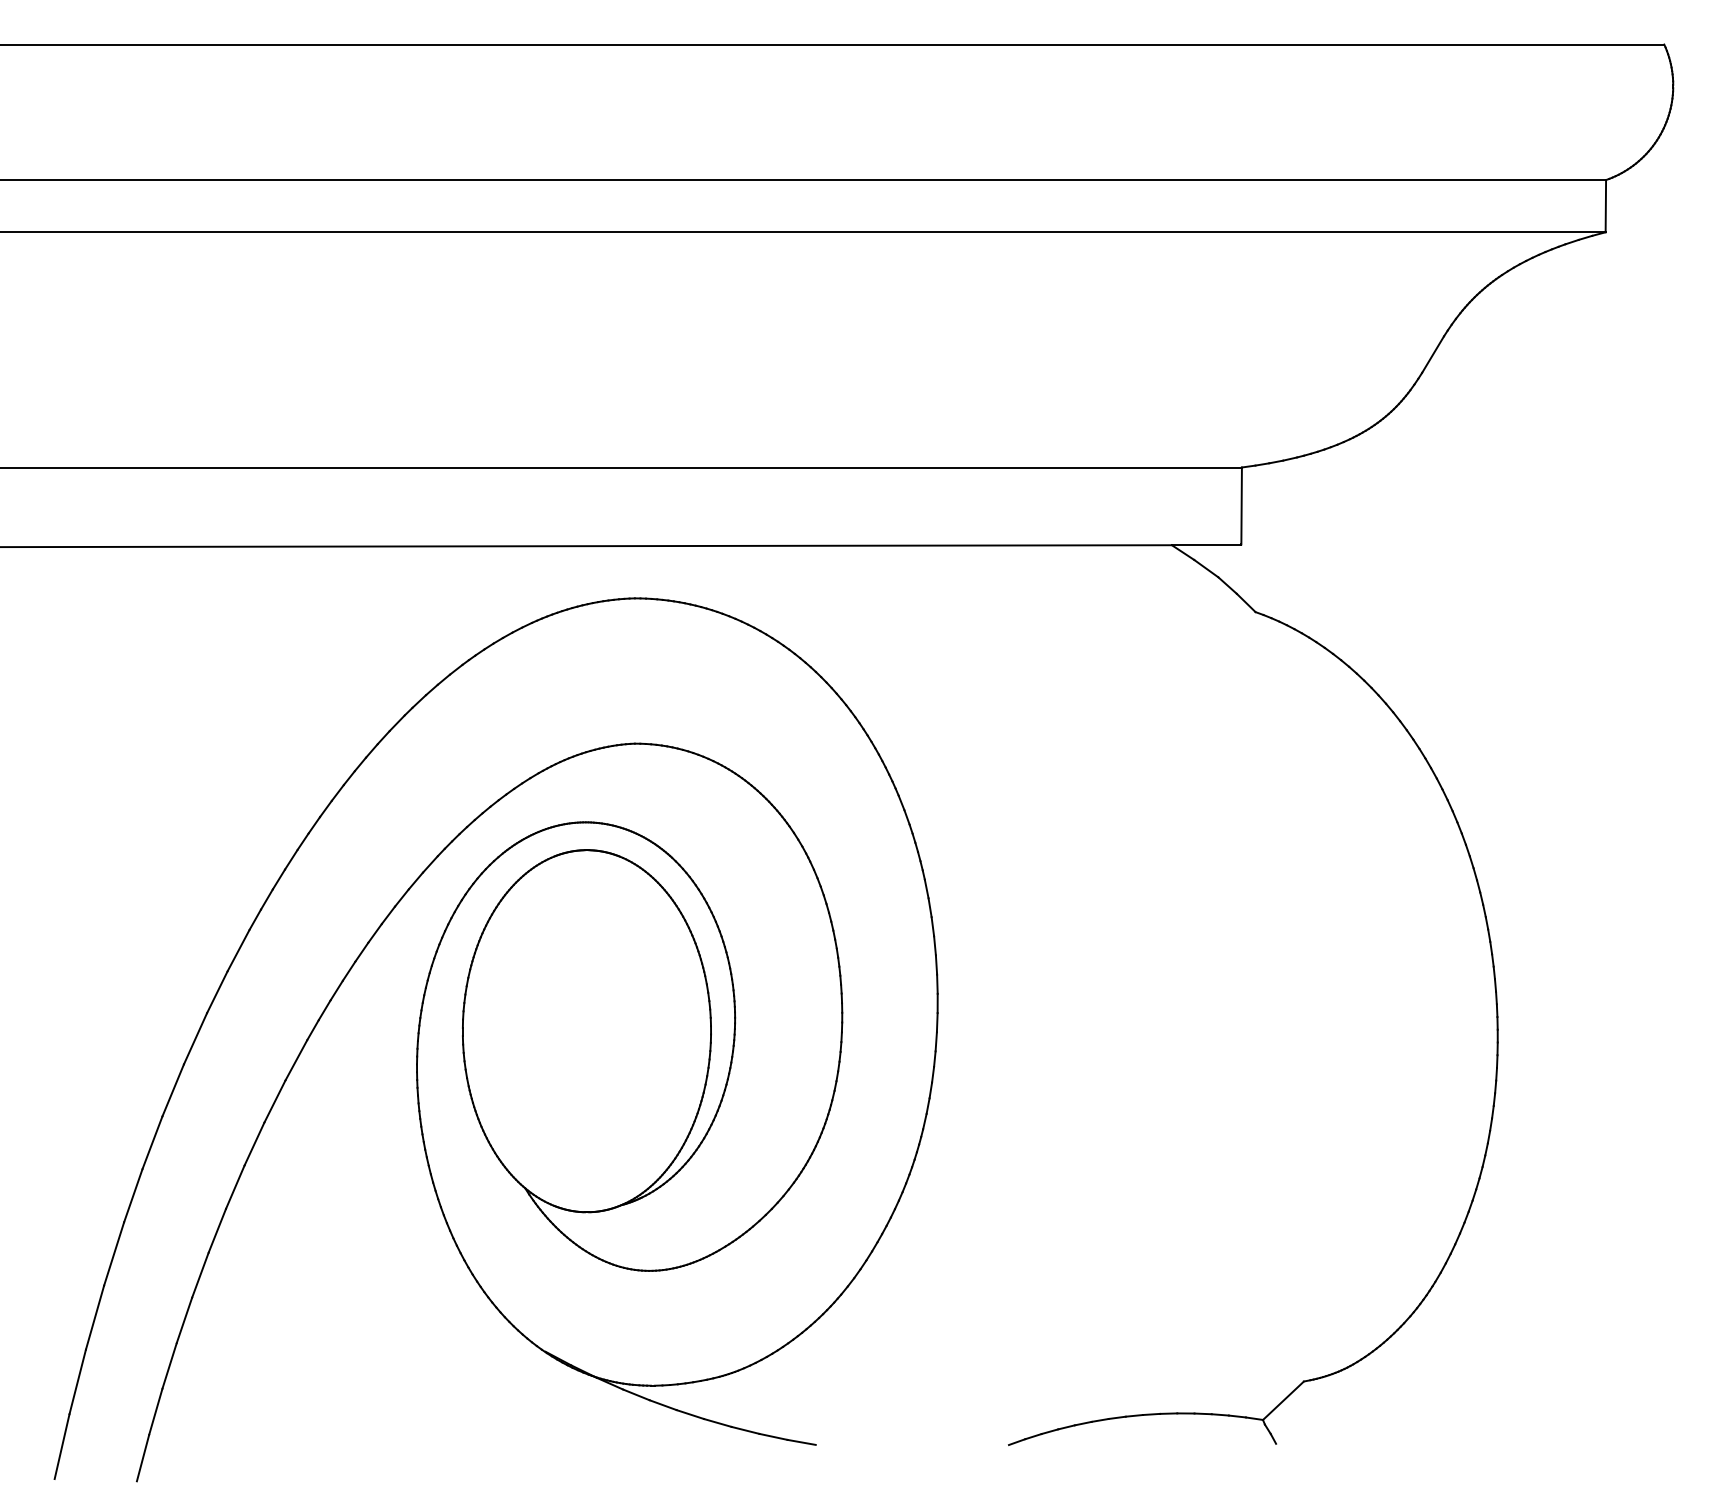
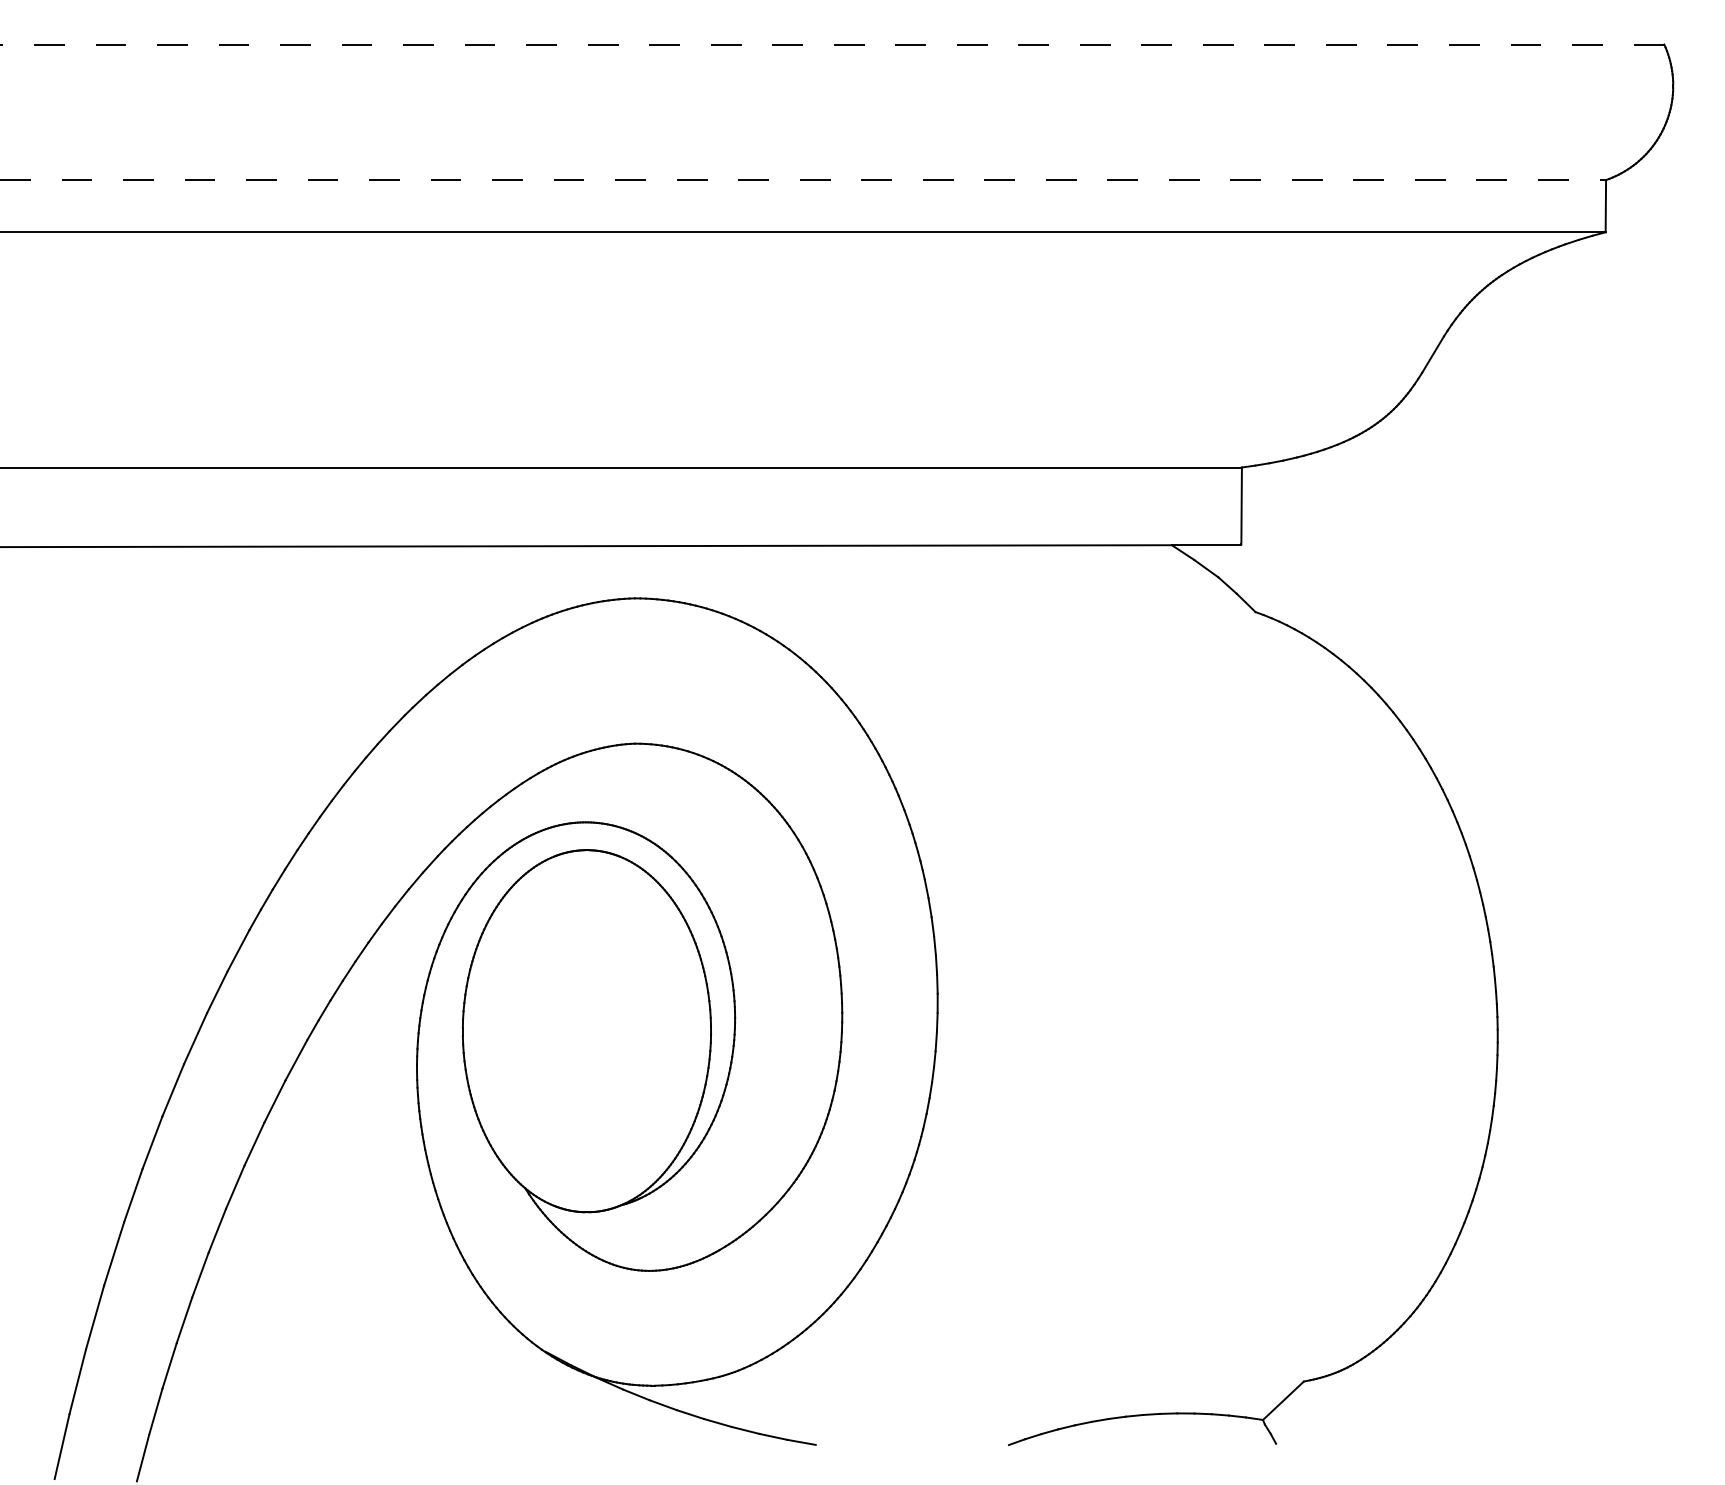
line at (832, 44): solid -> dashed
line at (803, 180): solid -> dashed
